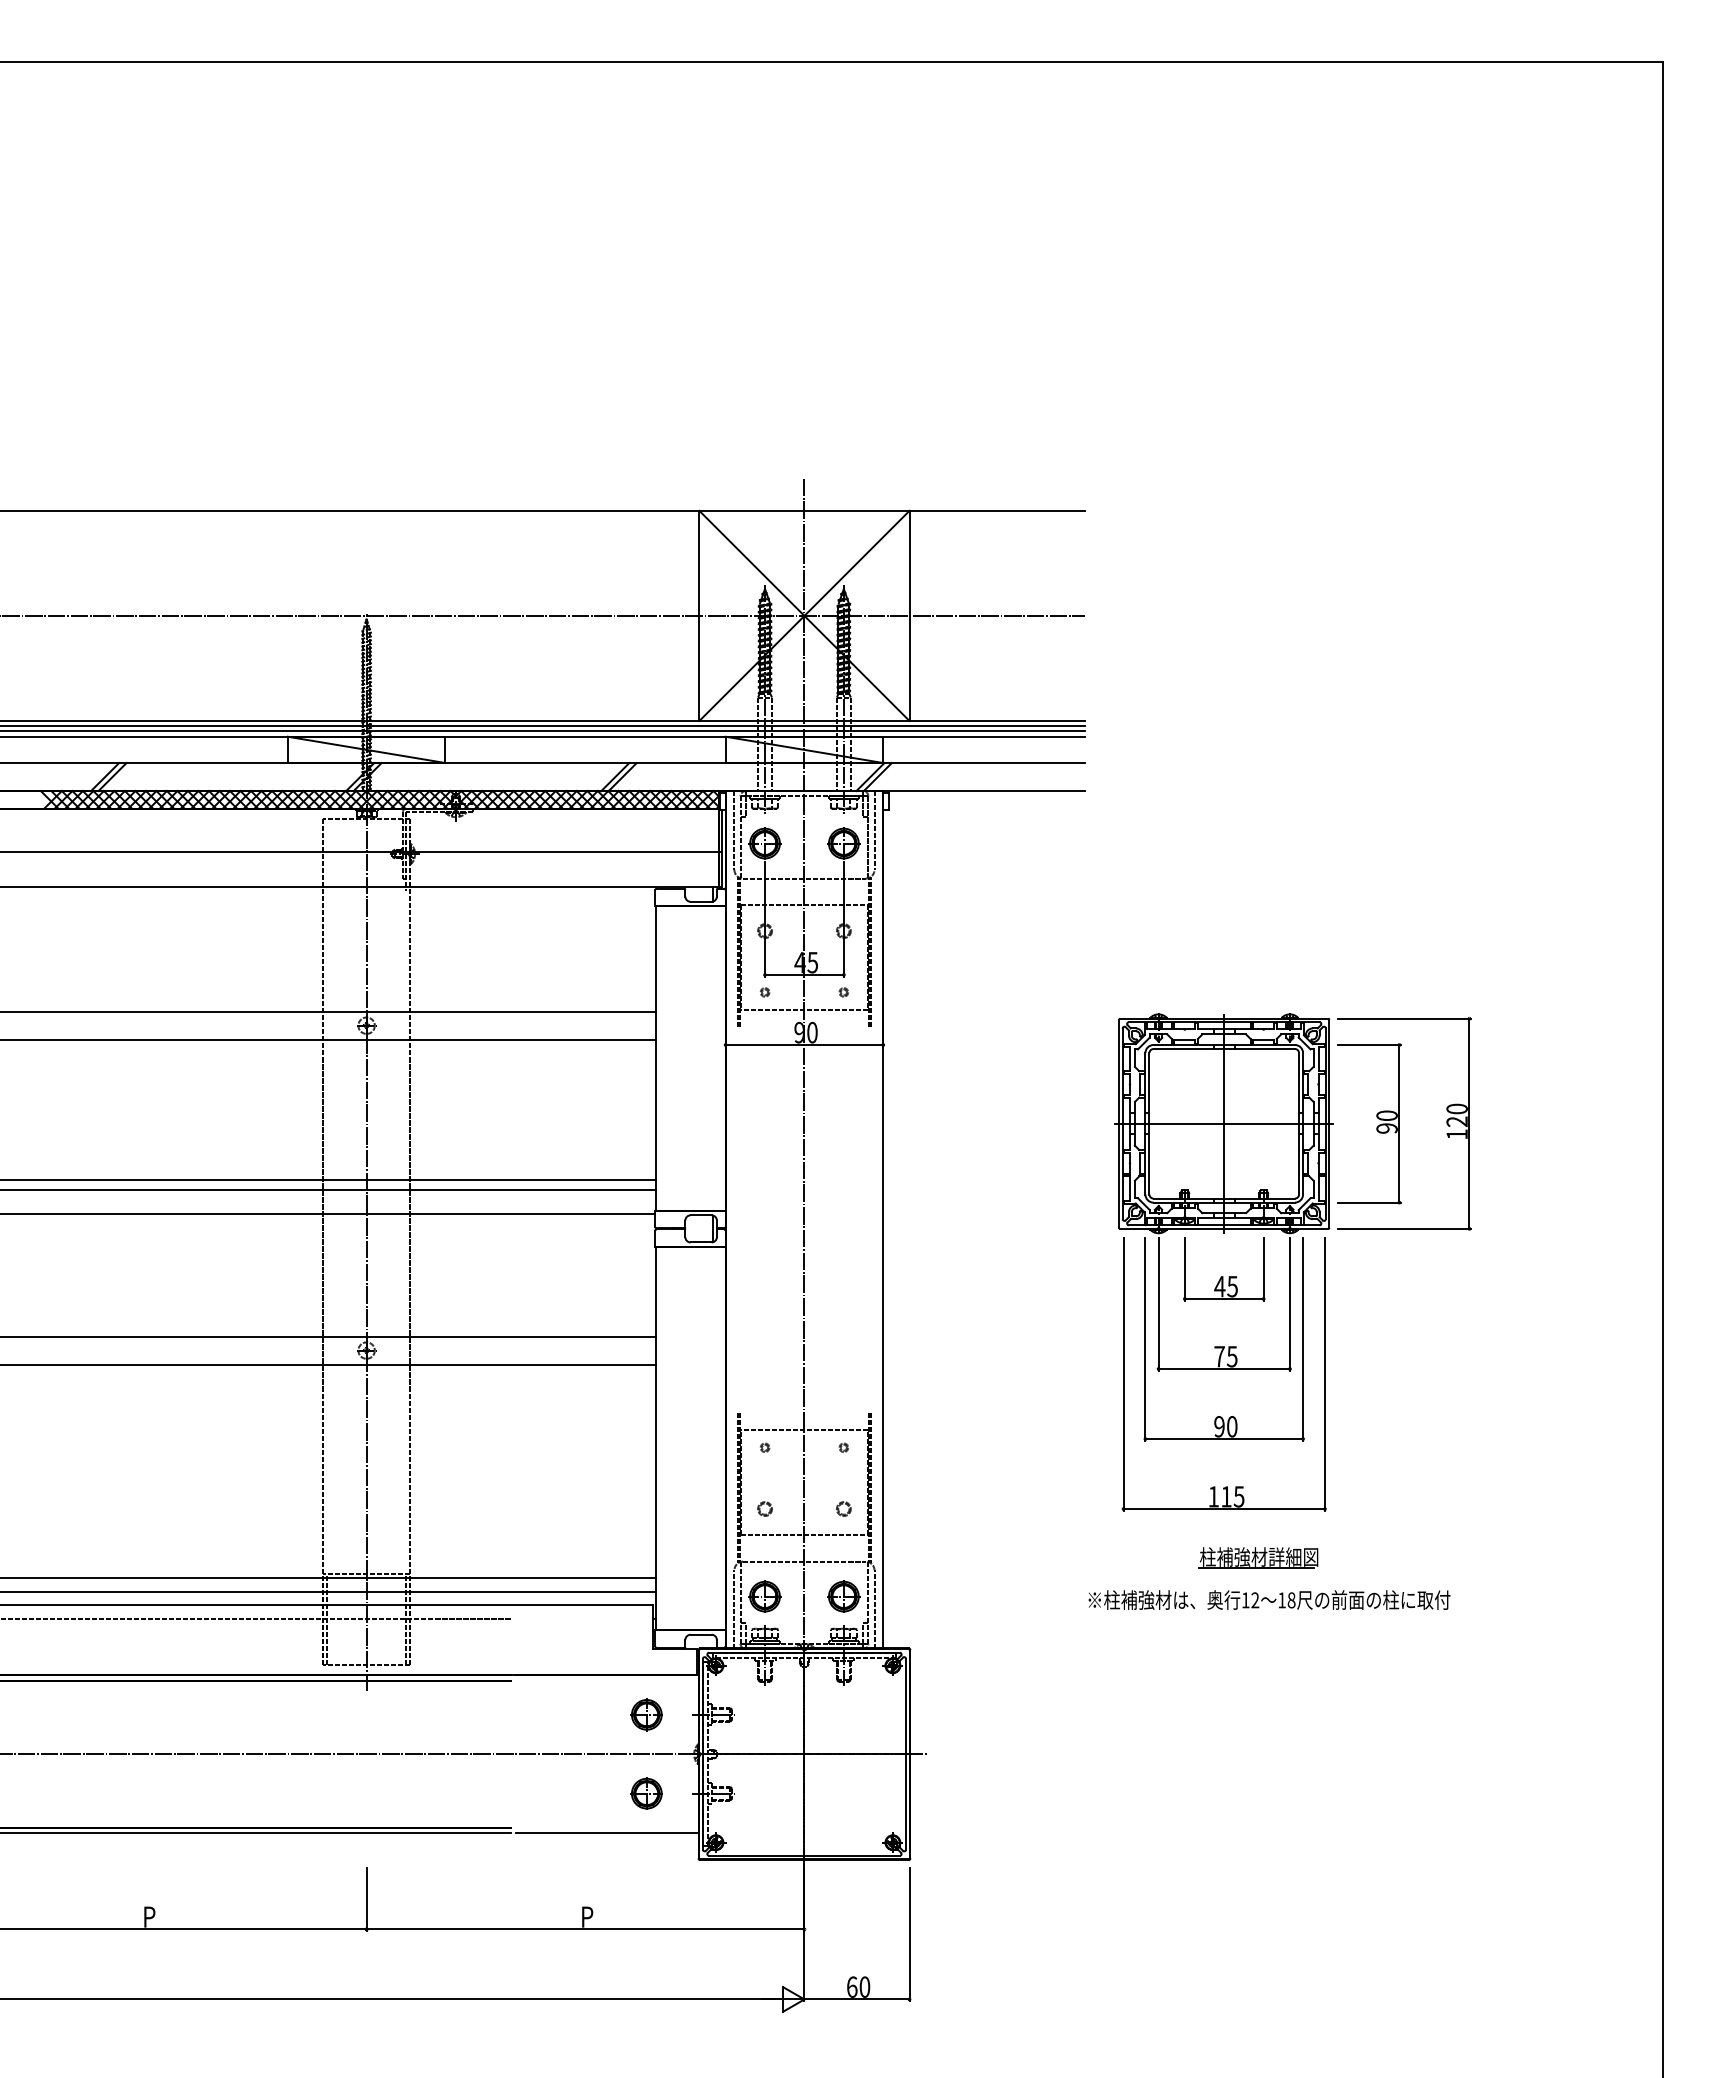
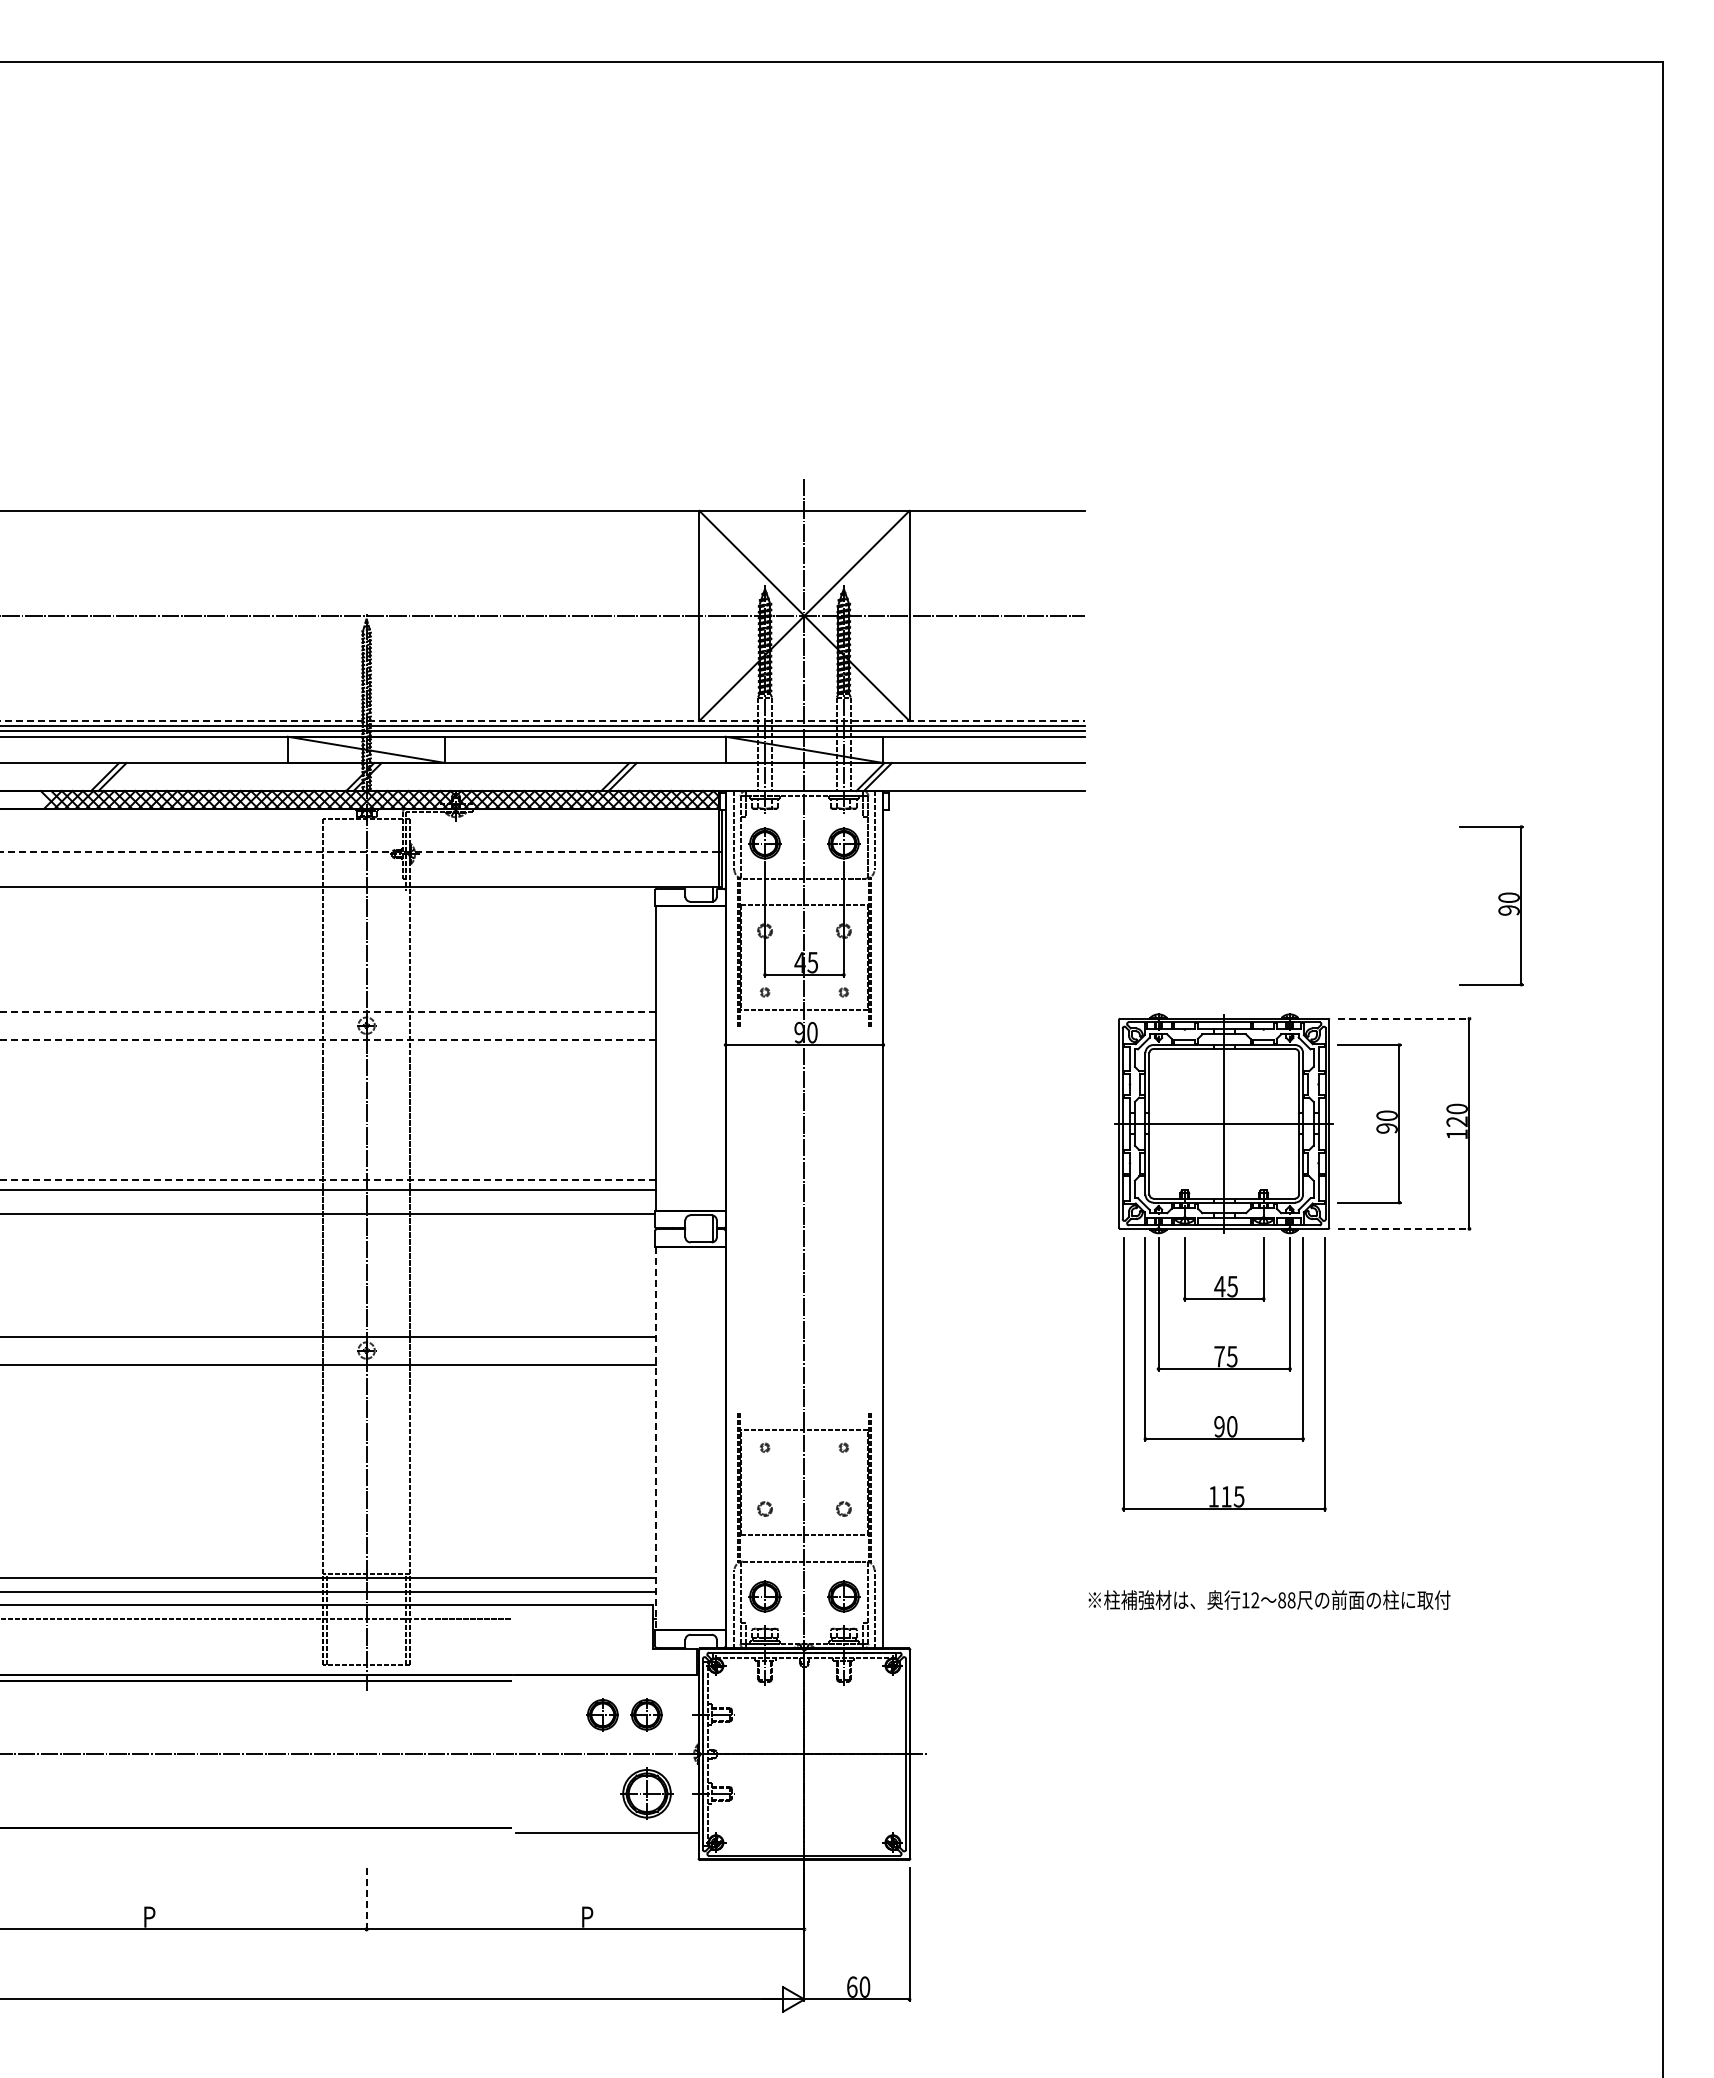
line at (542, 720): solid -> dashed
line at (359, 852): solid -> dashed
part at (1498, 909): none -> present
line at (327, 1011): solid -> dashed
line at (1404, 1018): solid -> dashed
line at (327, 1039): solid -> dashed
line at (327, 1179): solid -> dashed
line at (1404, 1228): solid -> dashed
line at (655, 1438): solid -> dashed
part at (1258, 1557): present -> none
text at (1282, 1600): 18 -> 88
part at (602, 1714): none -> present
part at (646, 1793) size: 33x33 px -> 54x53 px
line at (256, 1833): present -> none
line at (366, 1899): solid -> dashed
